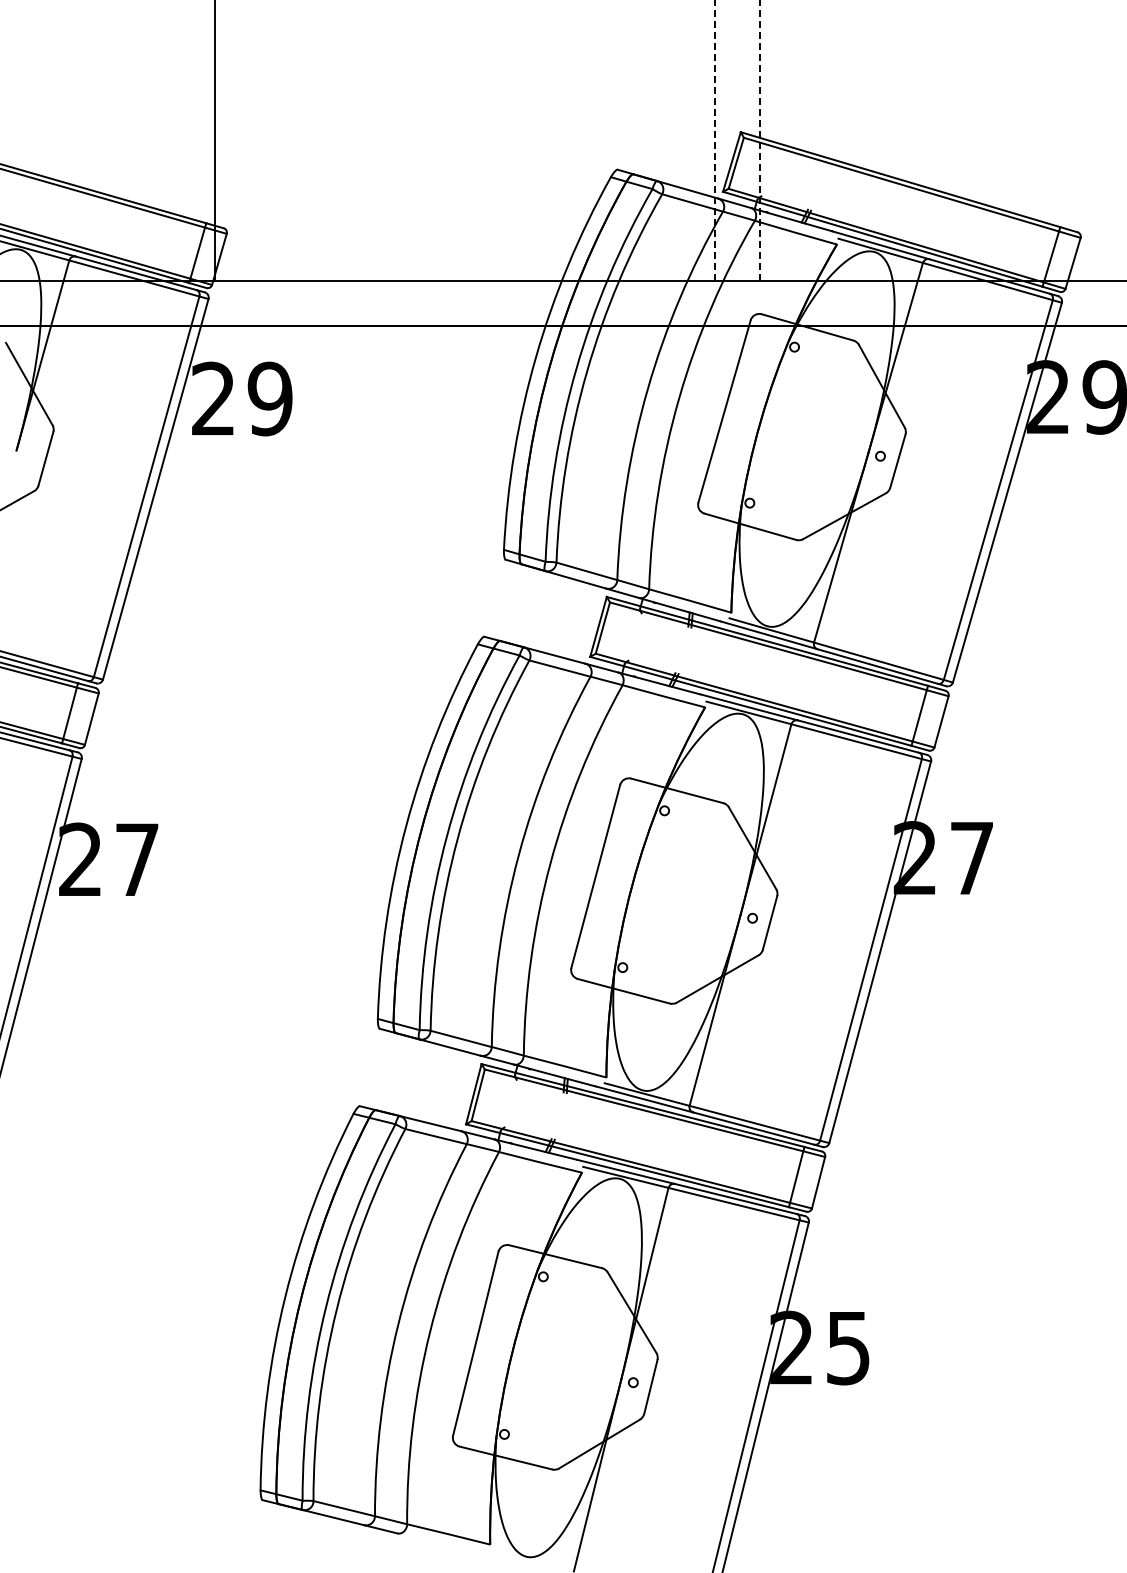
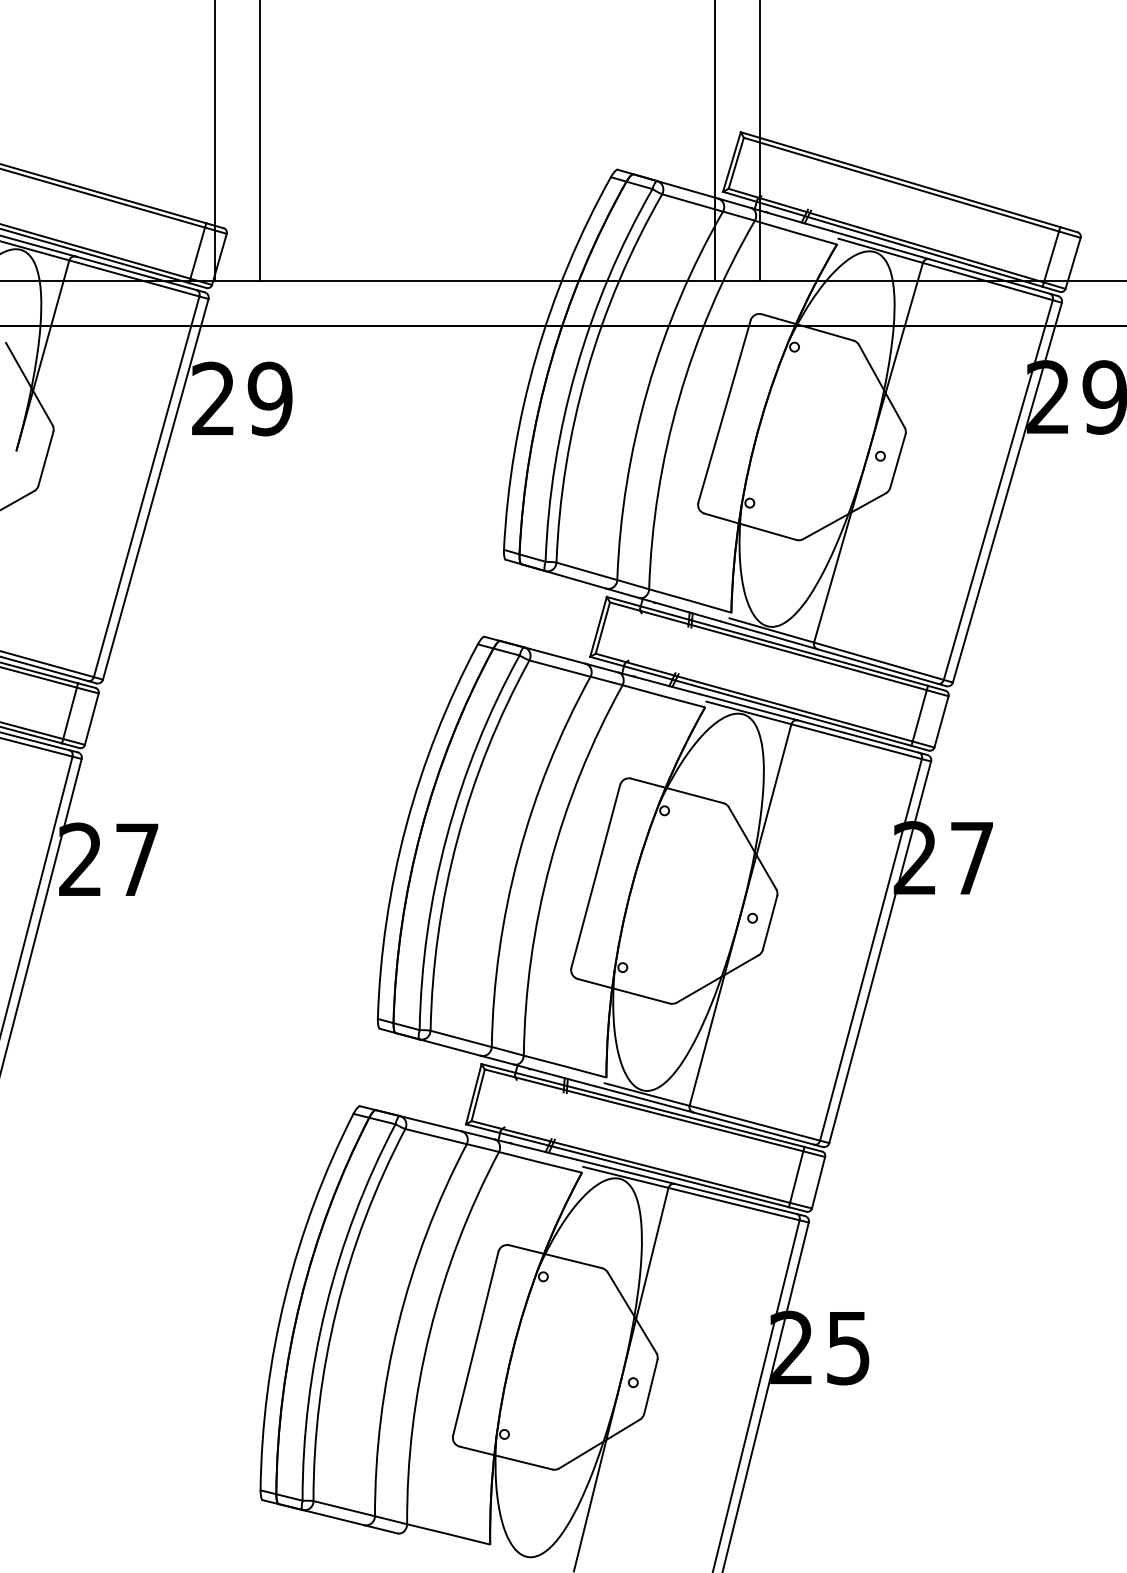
line at (259, 141): none -> present
line at (714, 141): dashed -> solid
line at (760, 141): dashed -> solid
